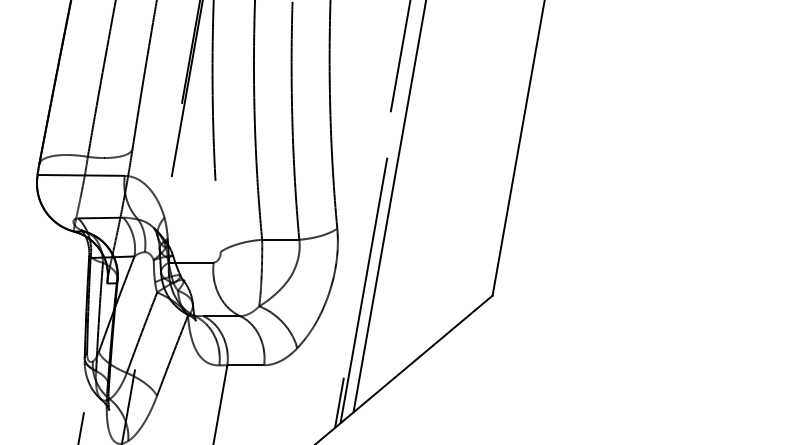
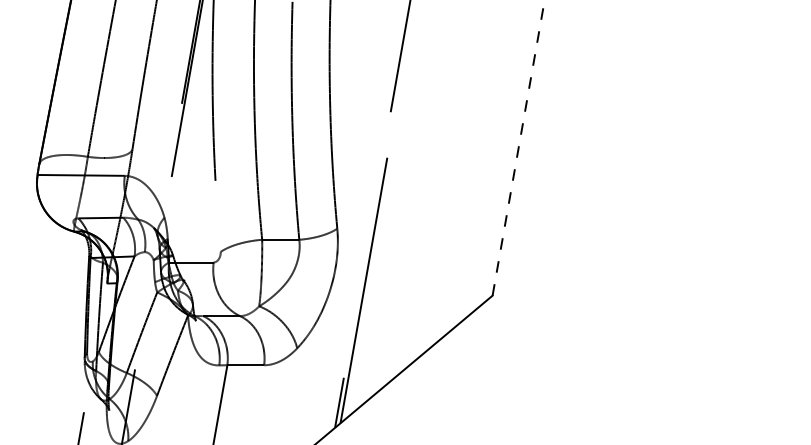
line at (518, 148): solid -> dashed
line at (389, 207): present -> none
